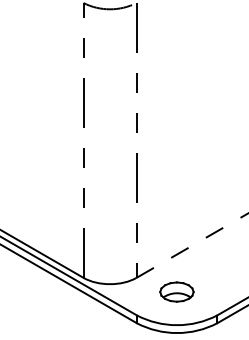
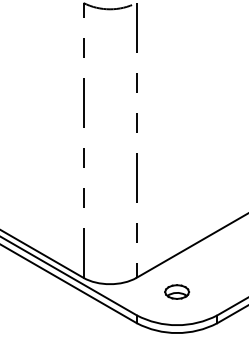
line at (192, 245): dashed -> solid
part at (176, 291) size: 36x22 px -> 27x16 px
